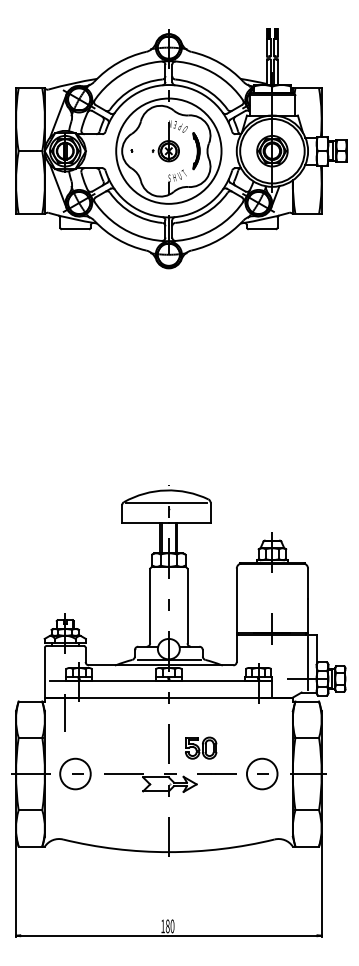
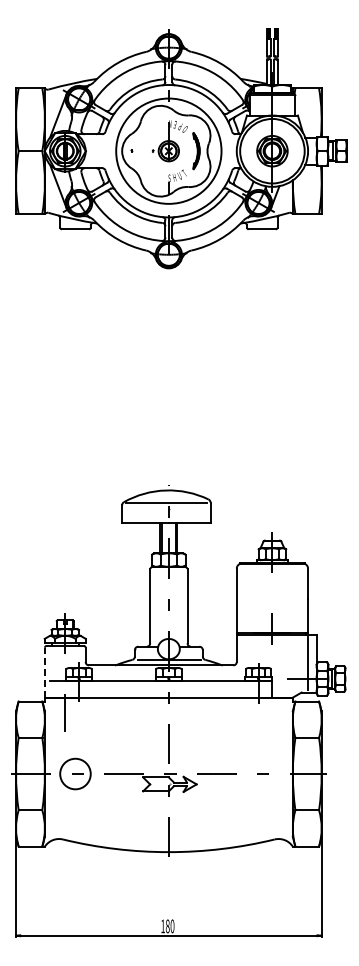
line at (44, 672): solid -> dashed
part at (201, 747): present -> none
circle at (262, 773): present -> none
